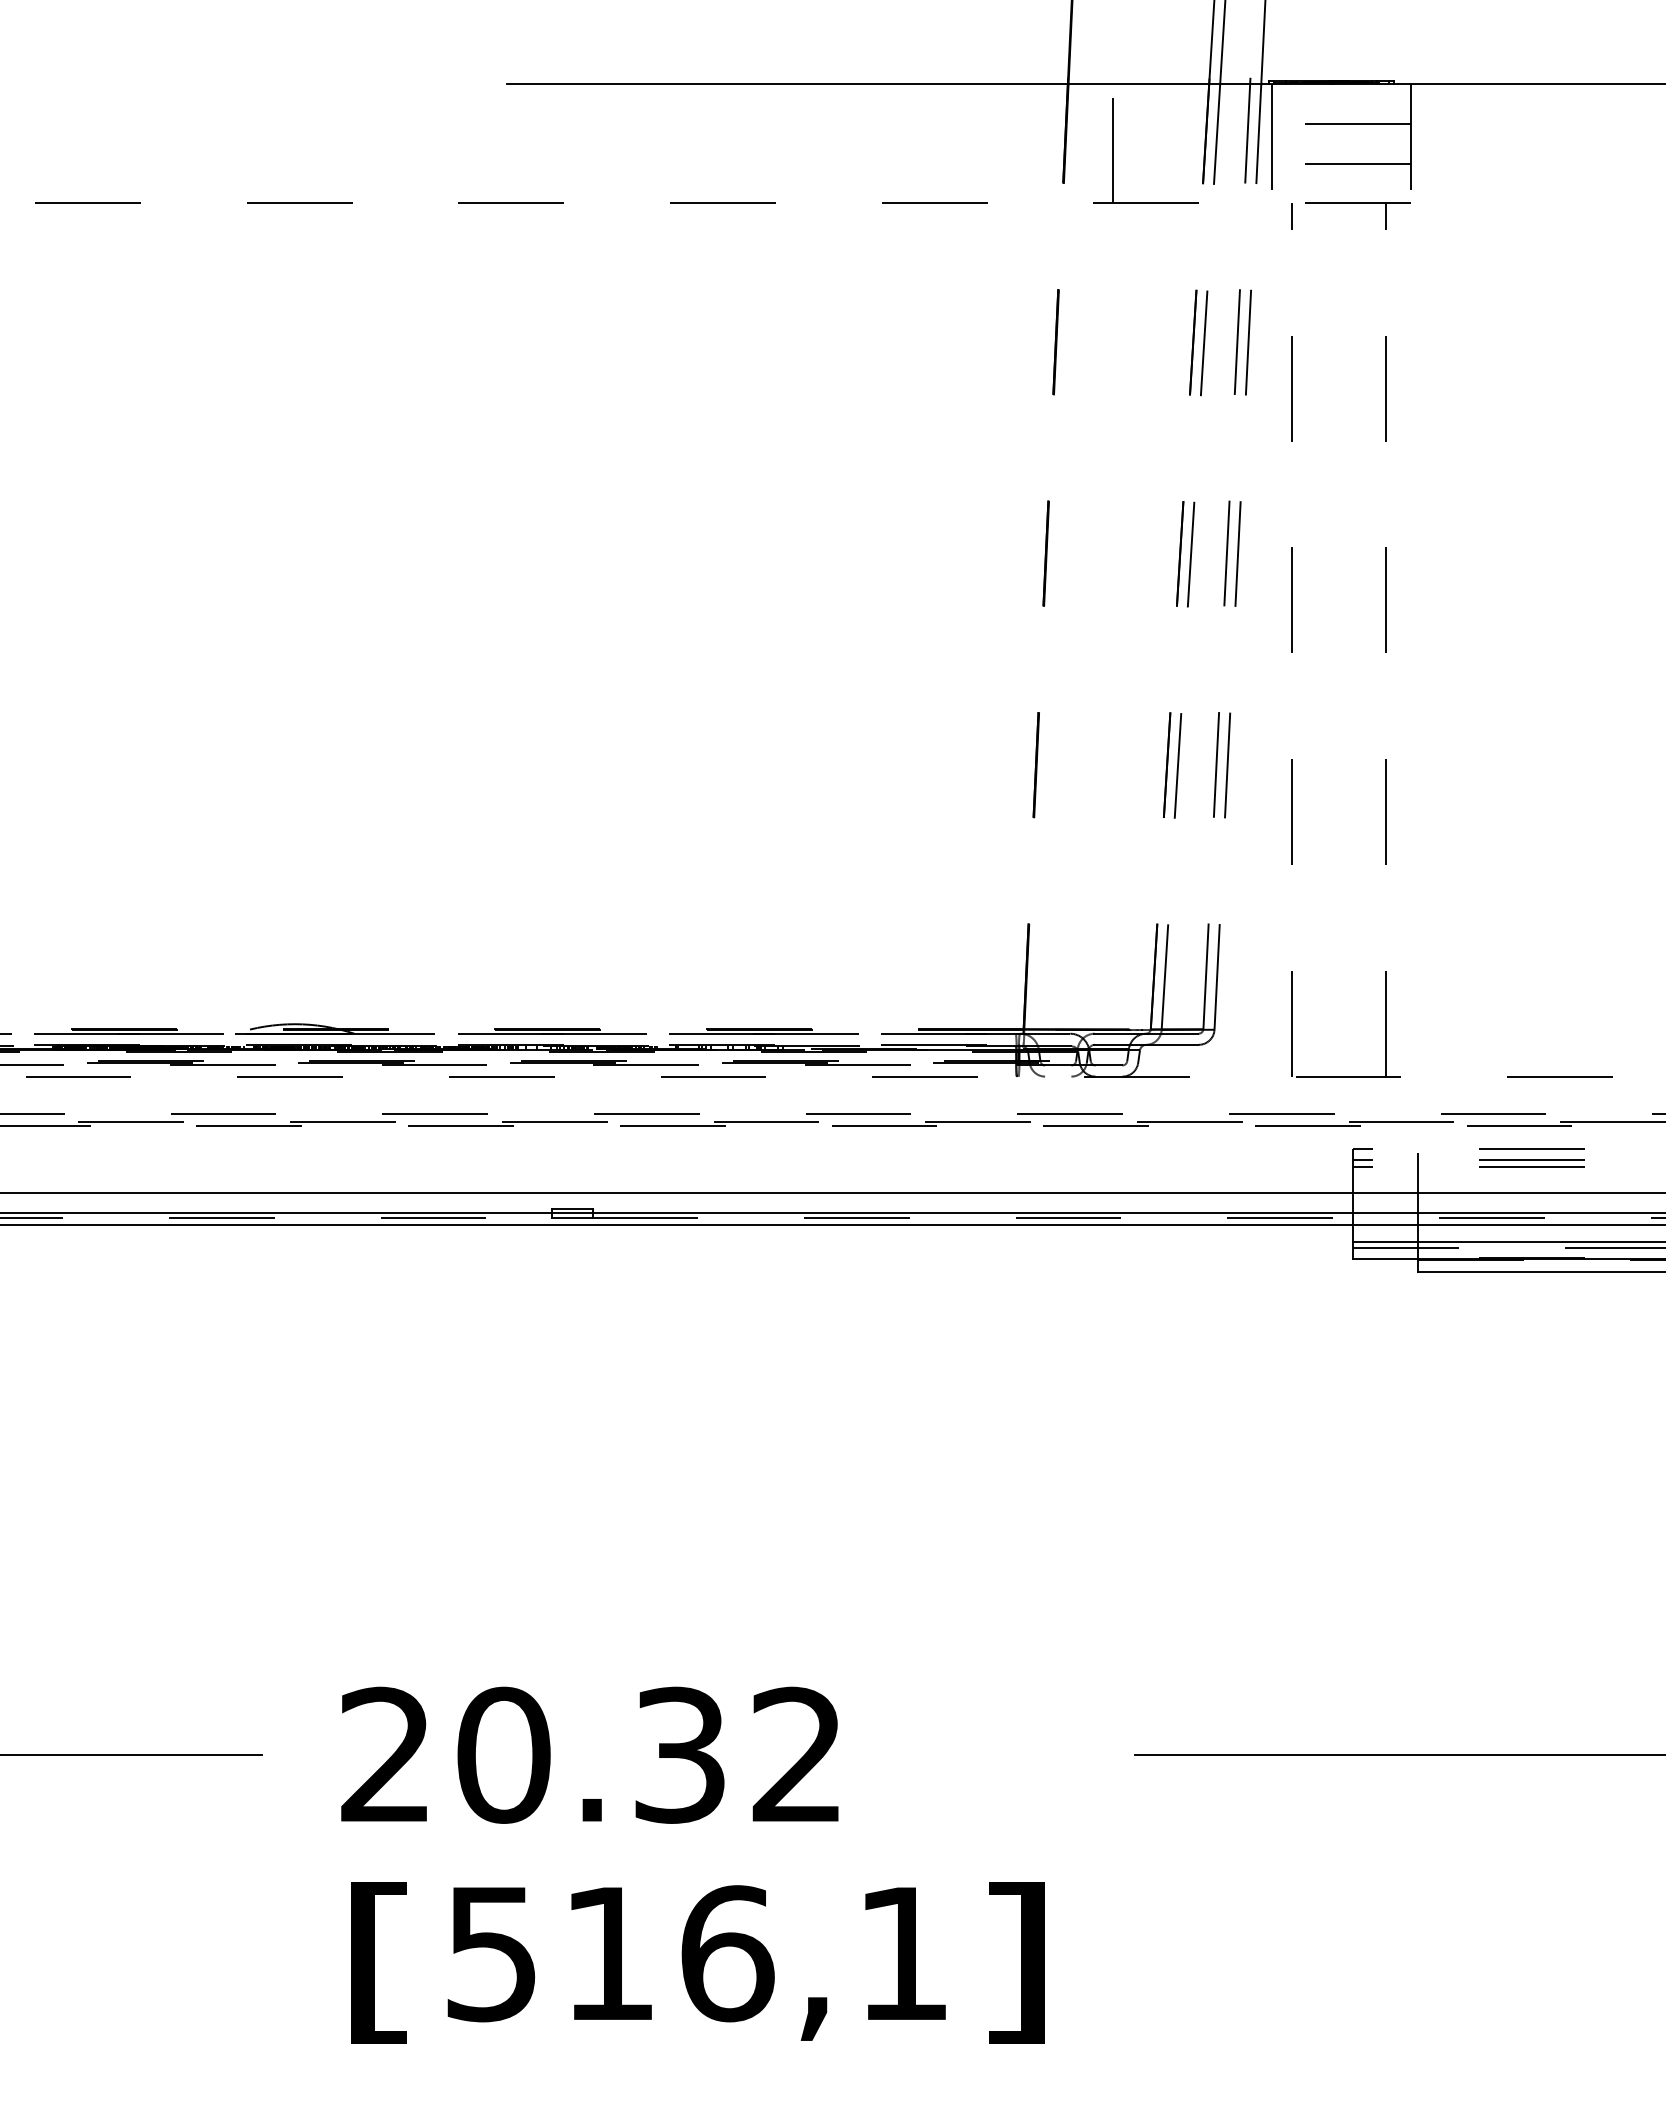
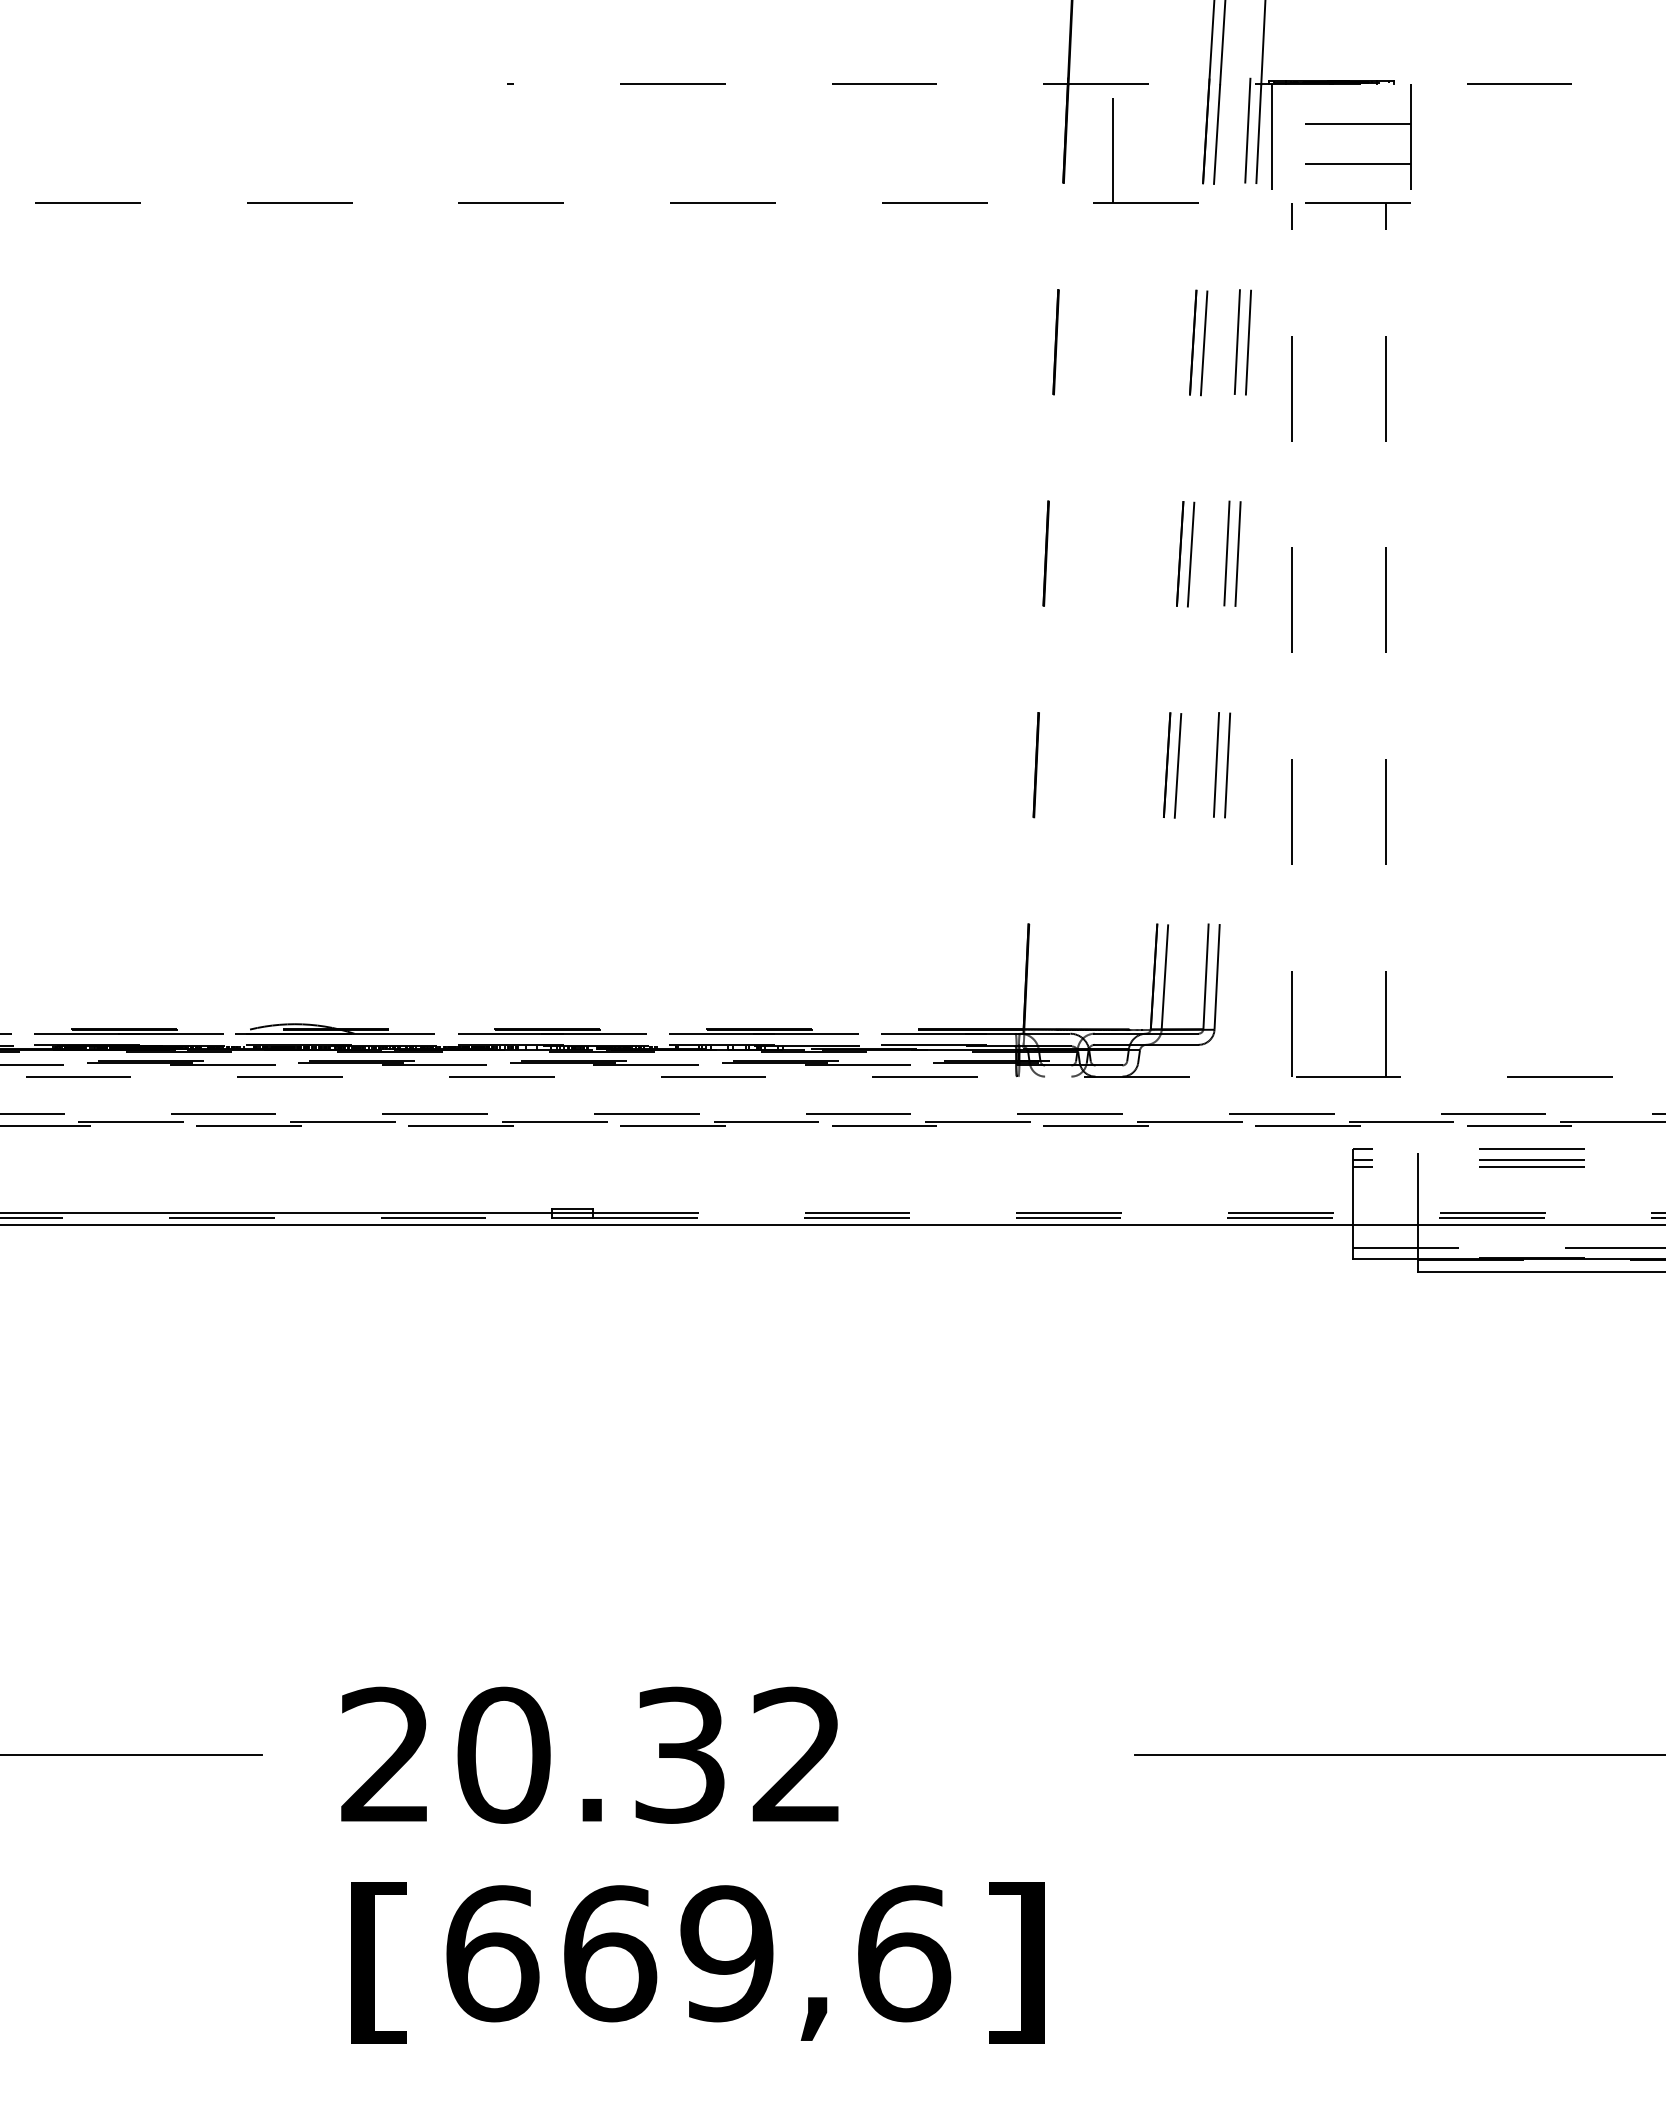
line at (1085, 84): solid -> dashed
line at (832, 1193): present -> none
line at (1129, 1213): solid -> dashed
line at (1507, 1241): present -> none
text at (698, 1953): 516,1 -> 669,6
